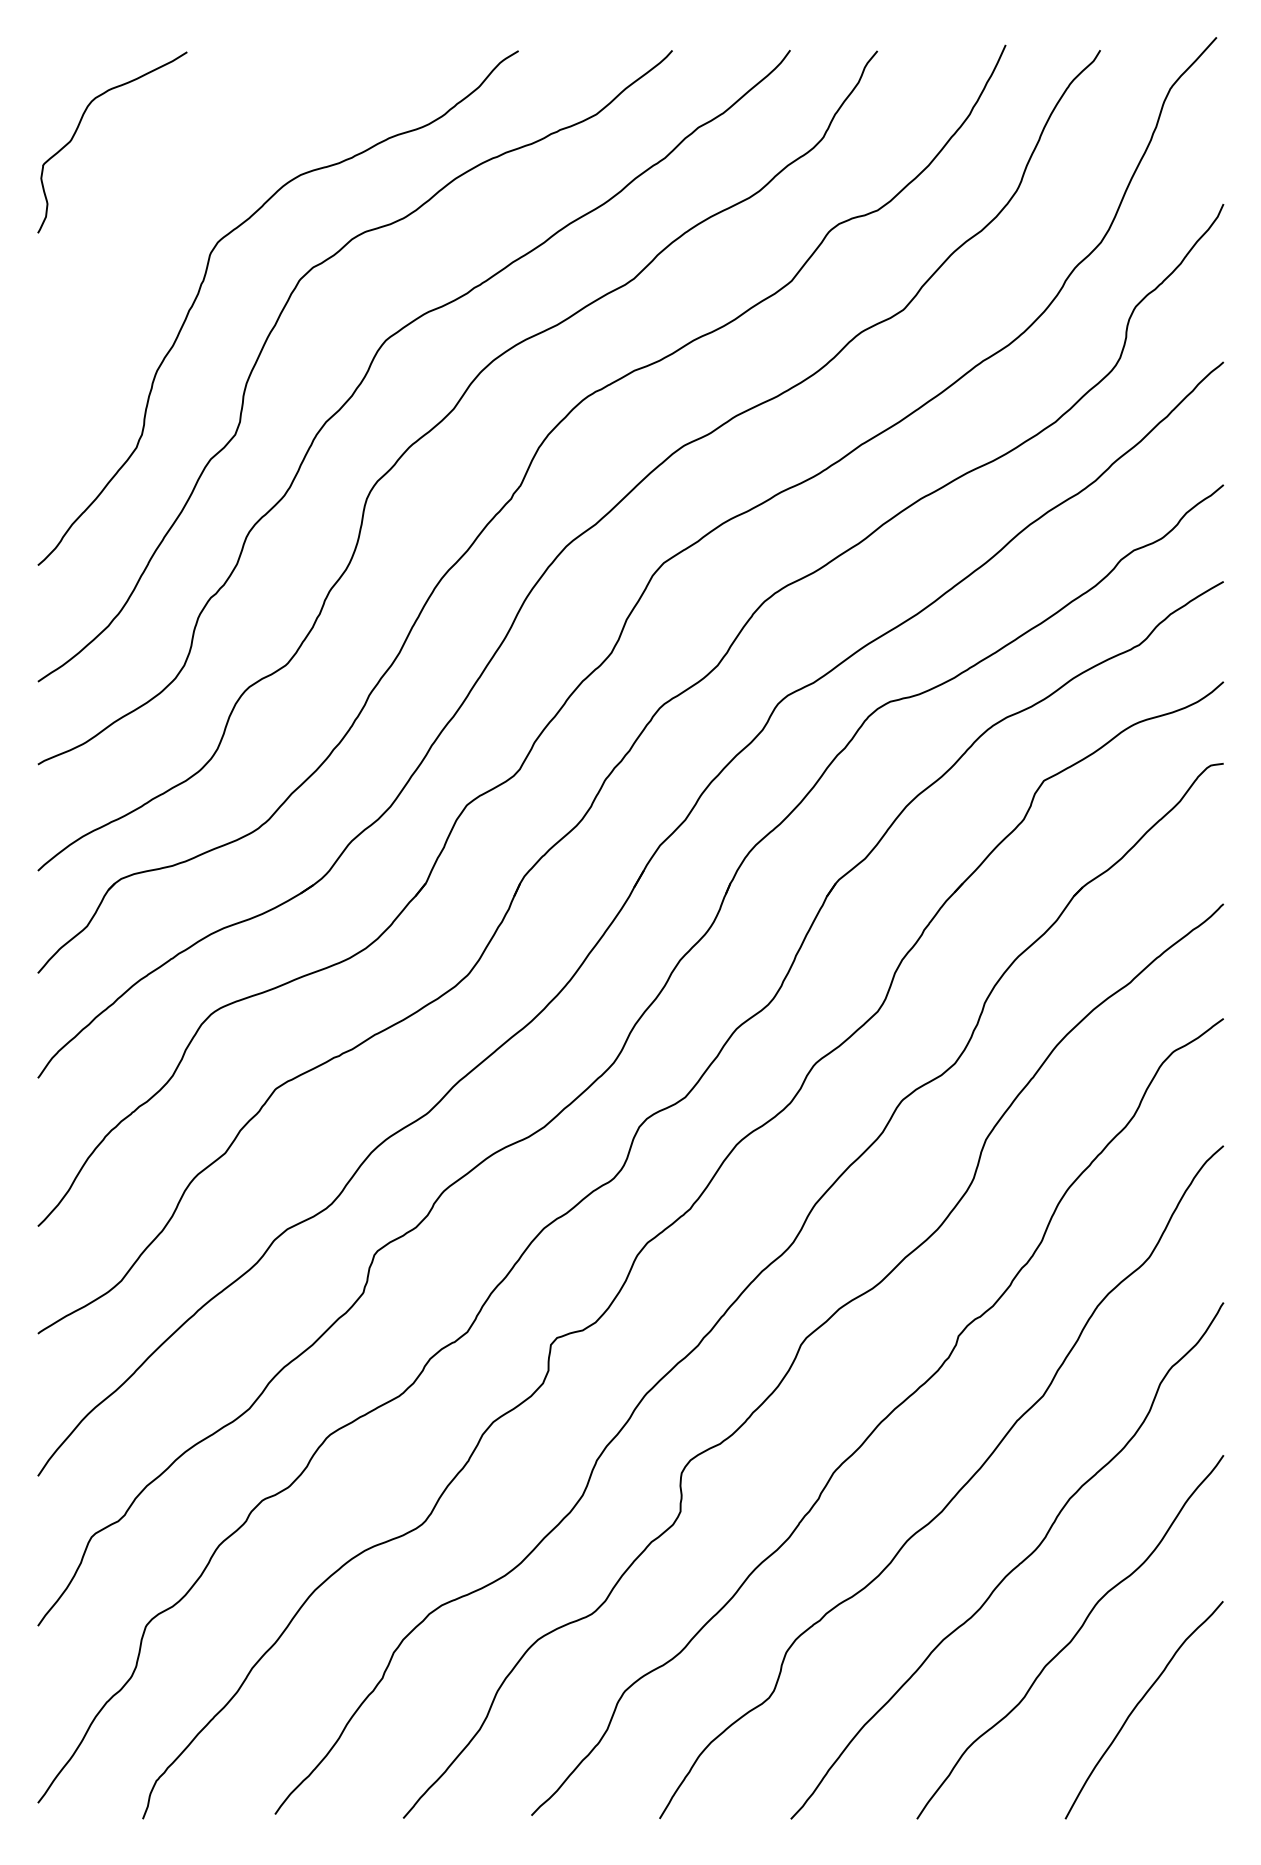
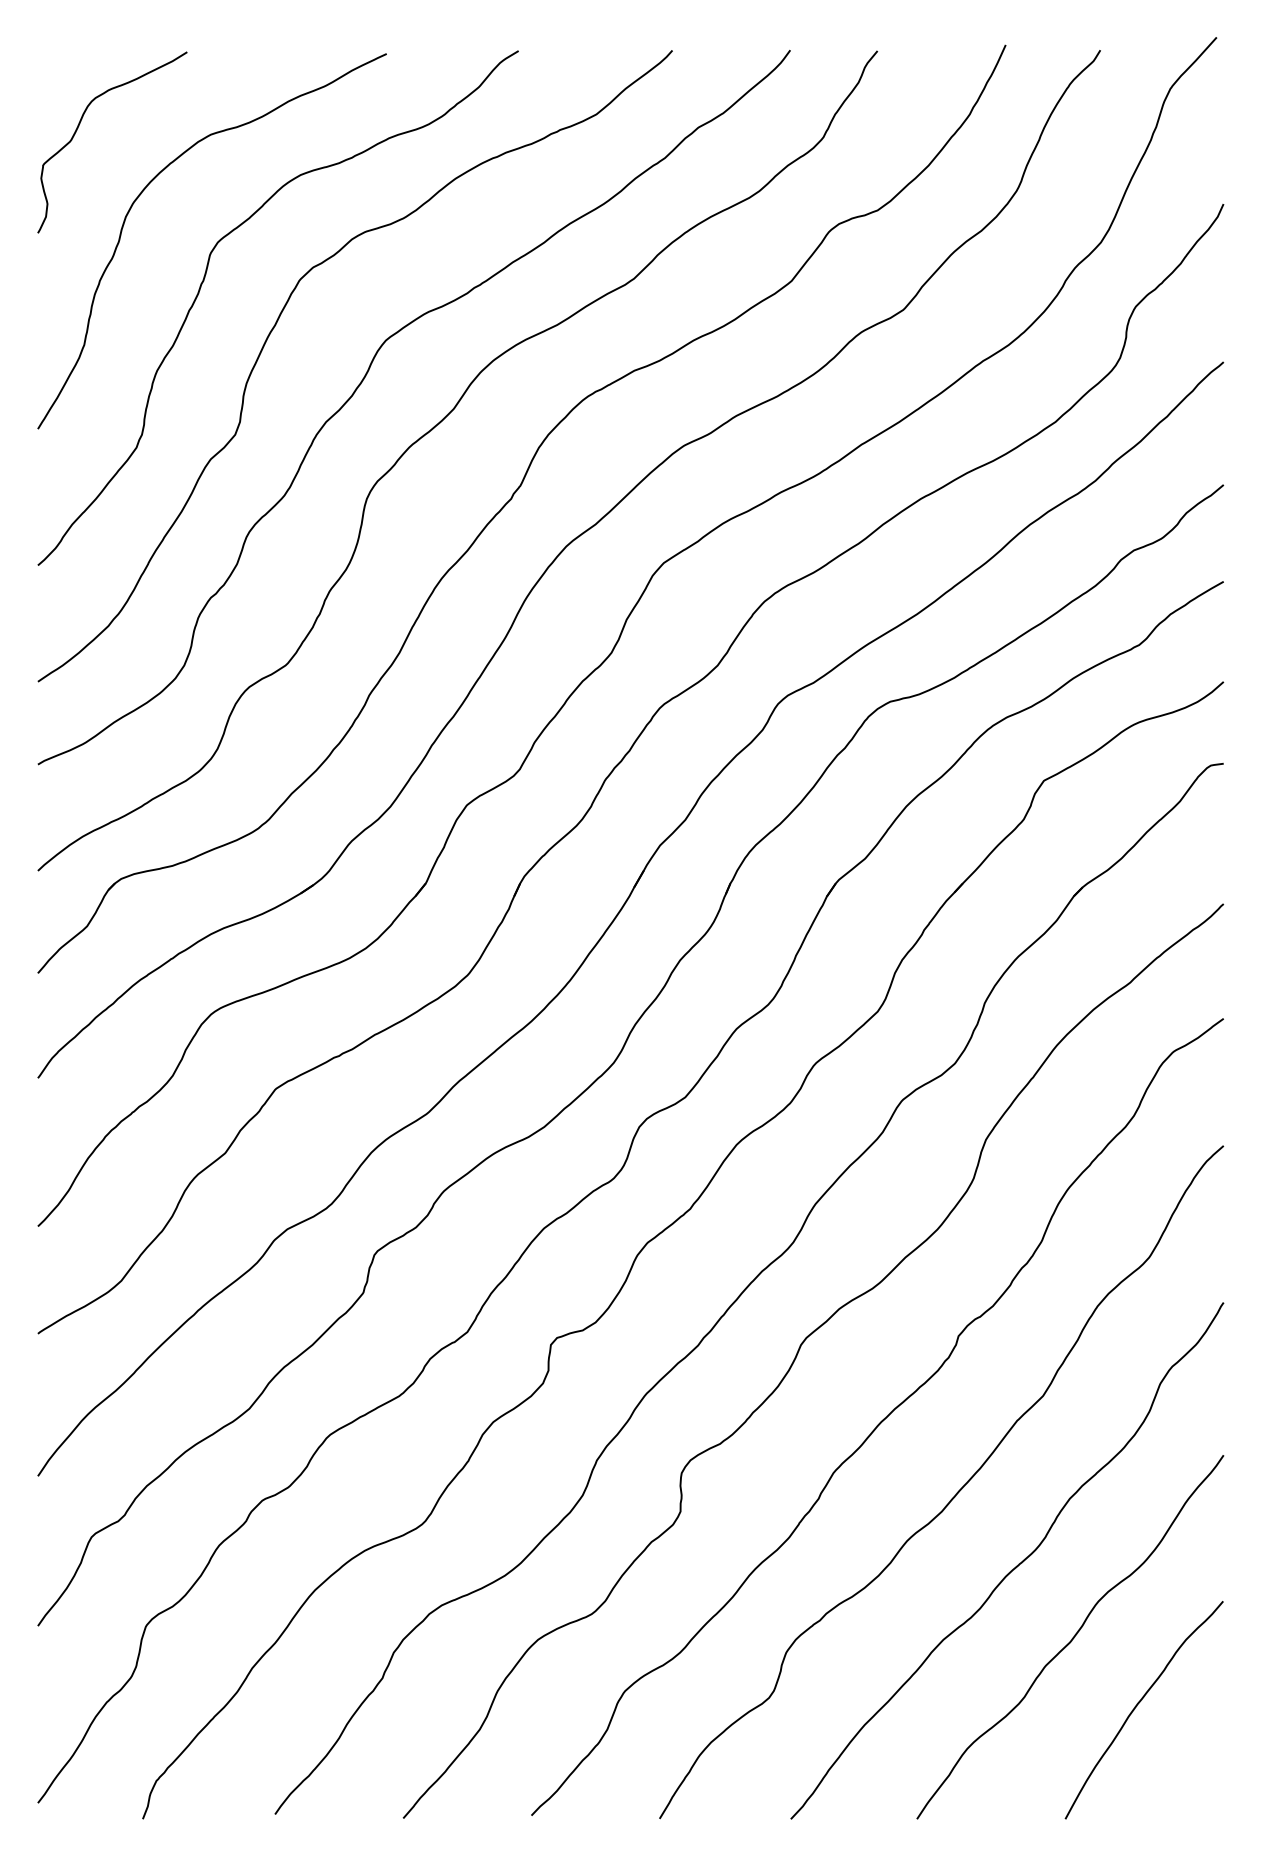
curve at (146, 188): none -> present
